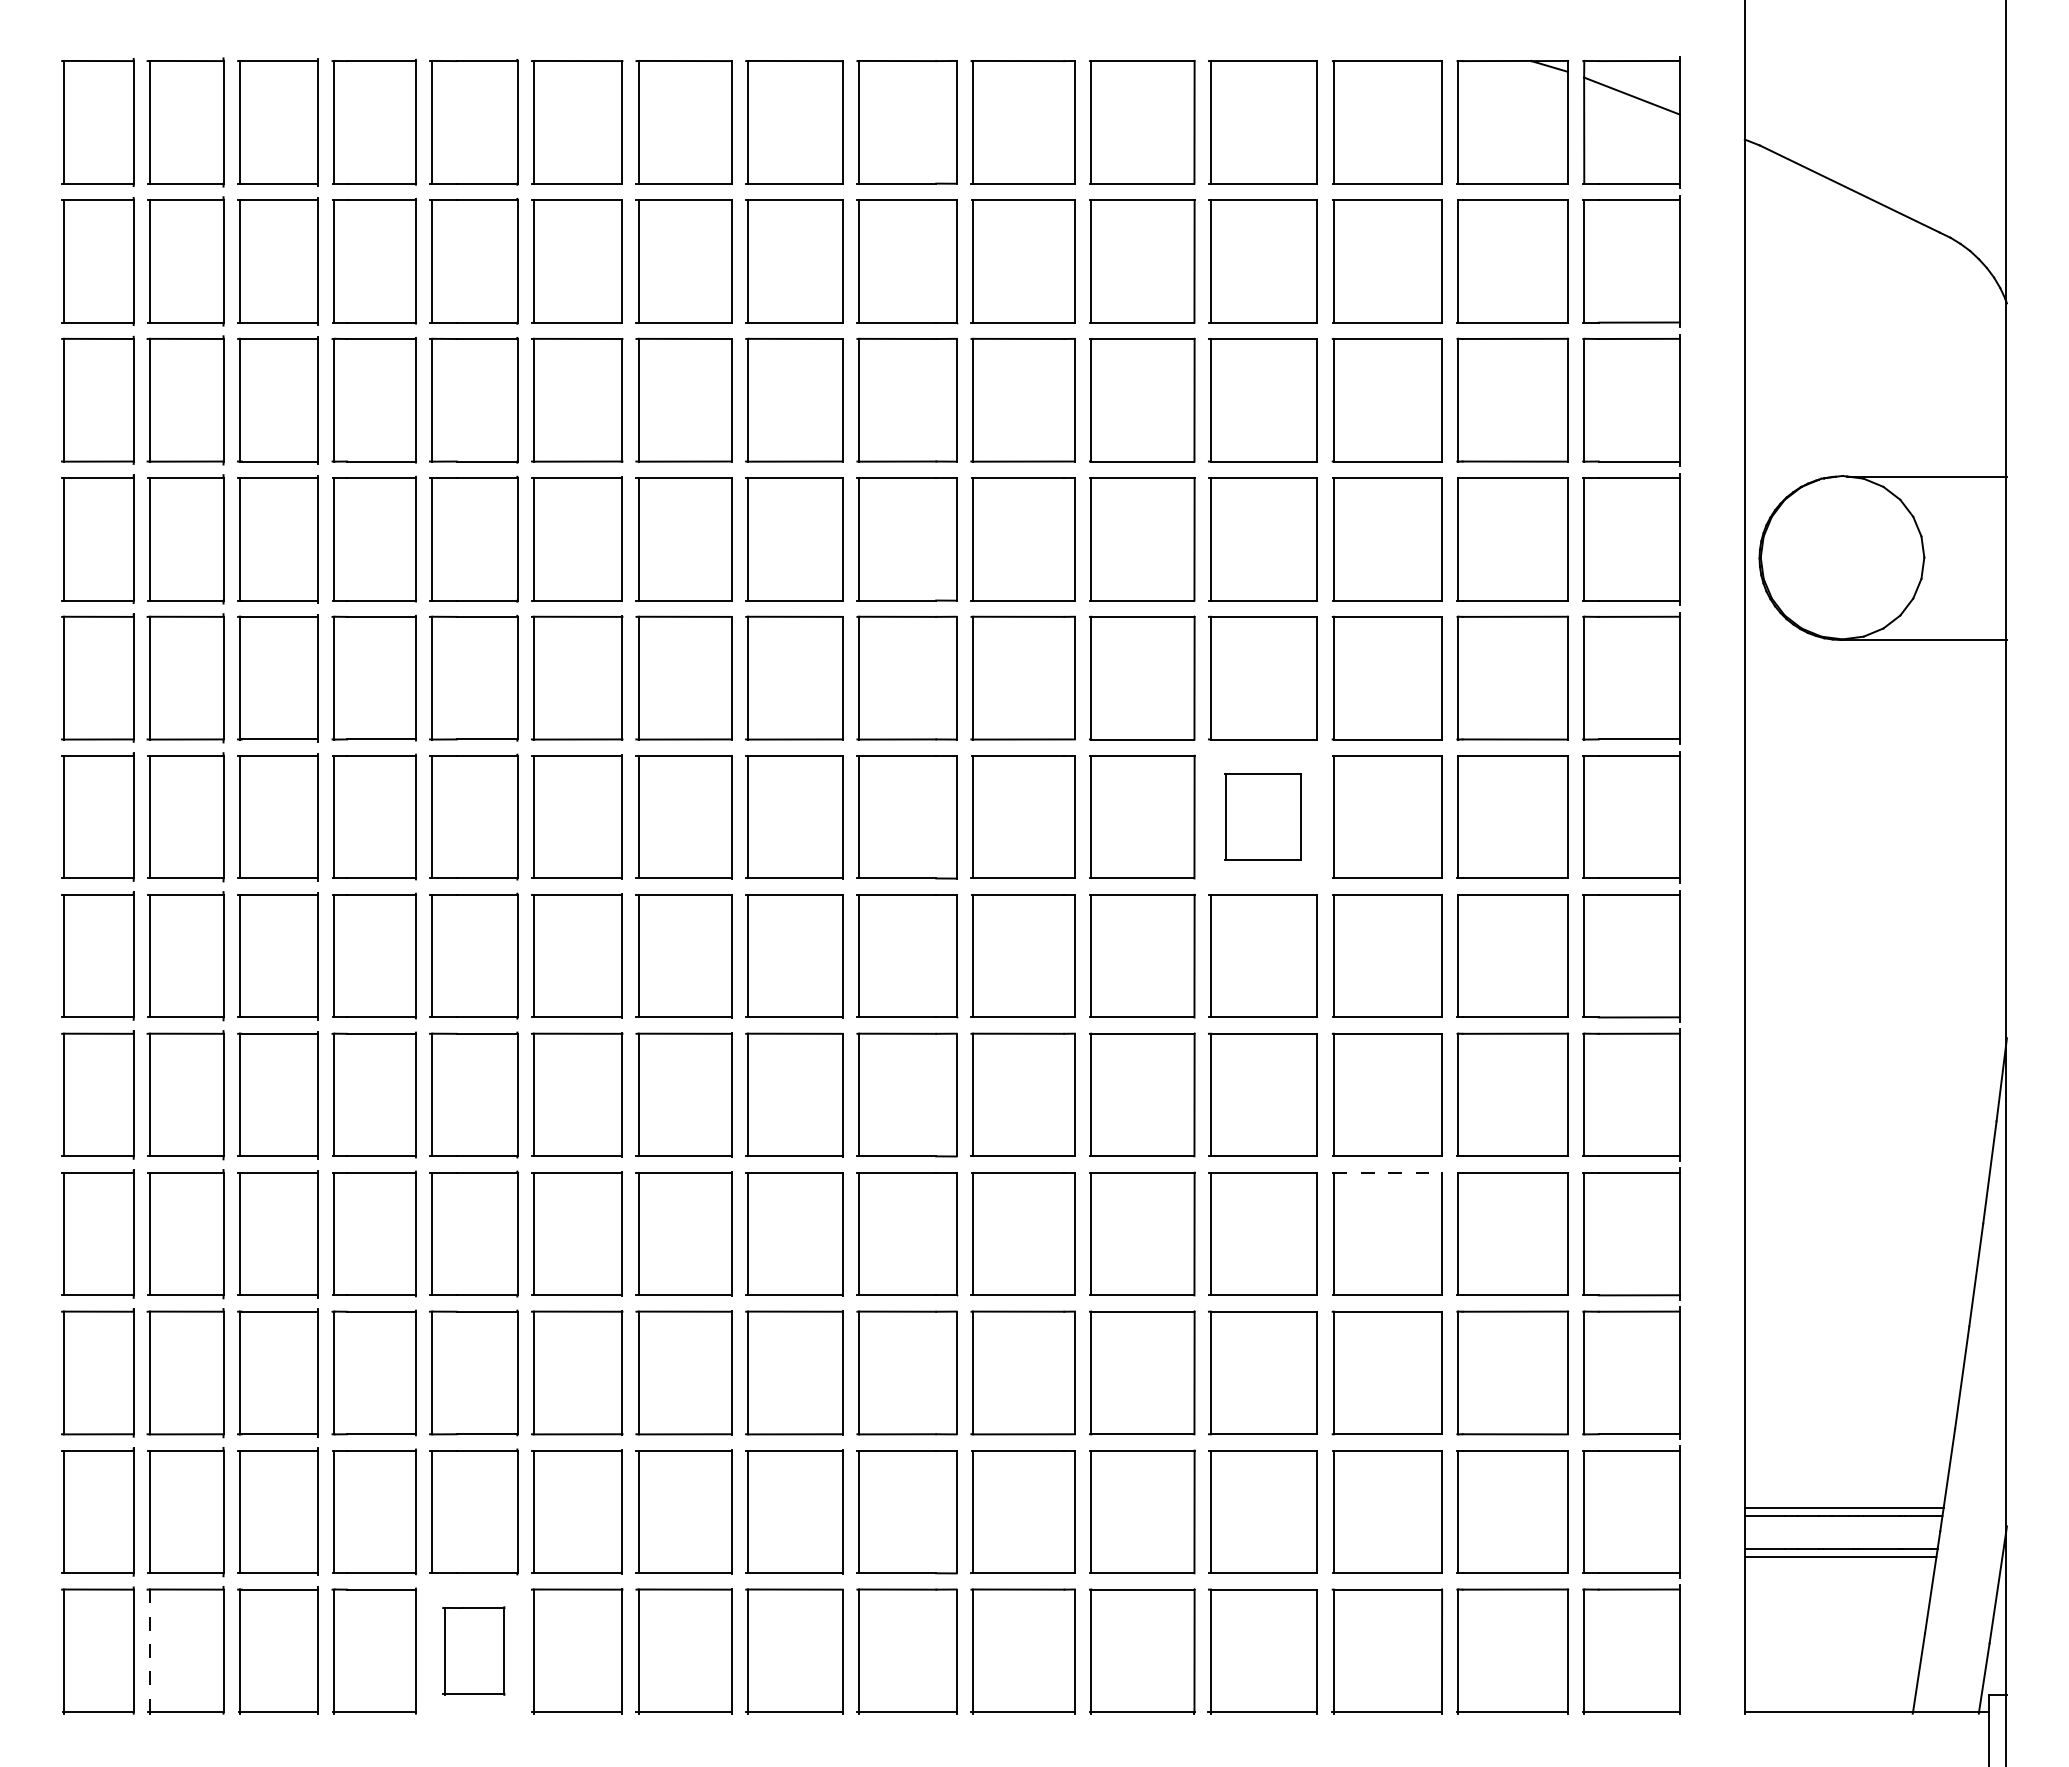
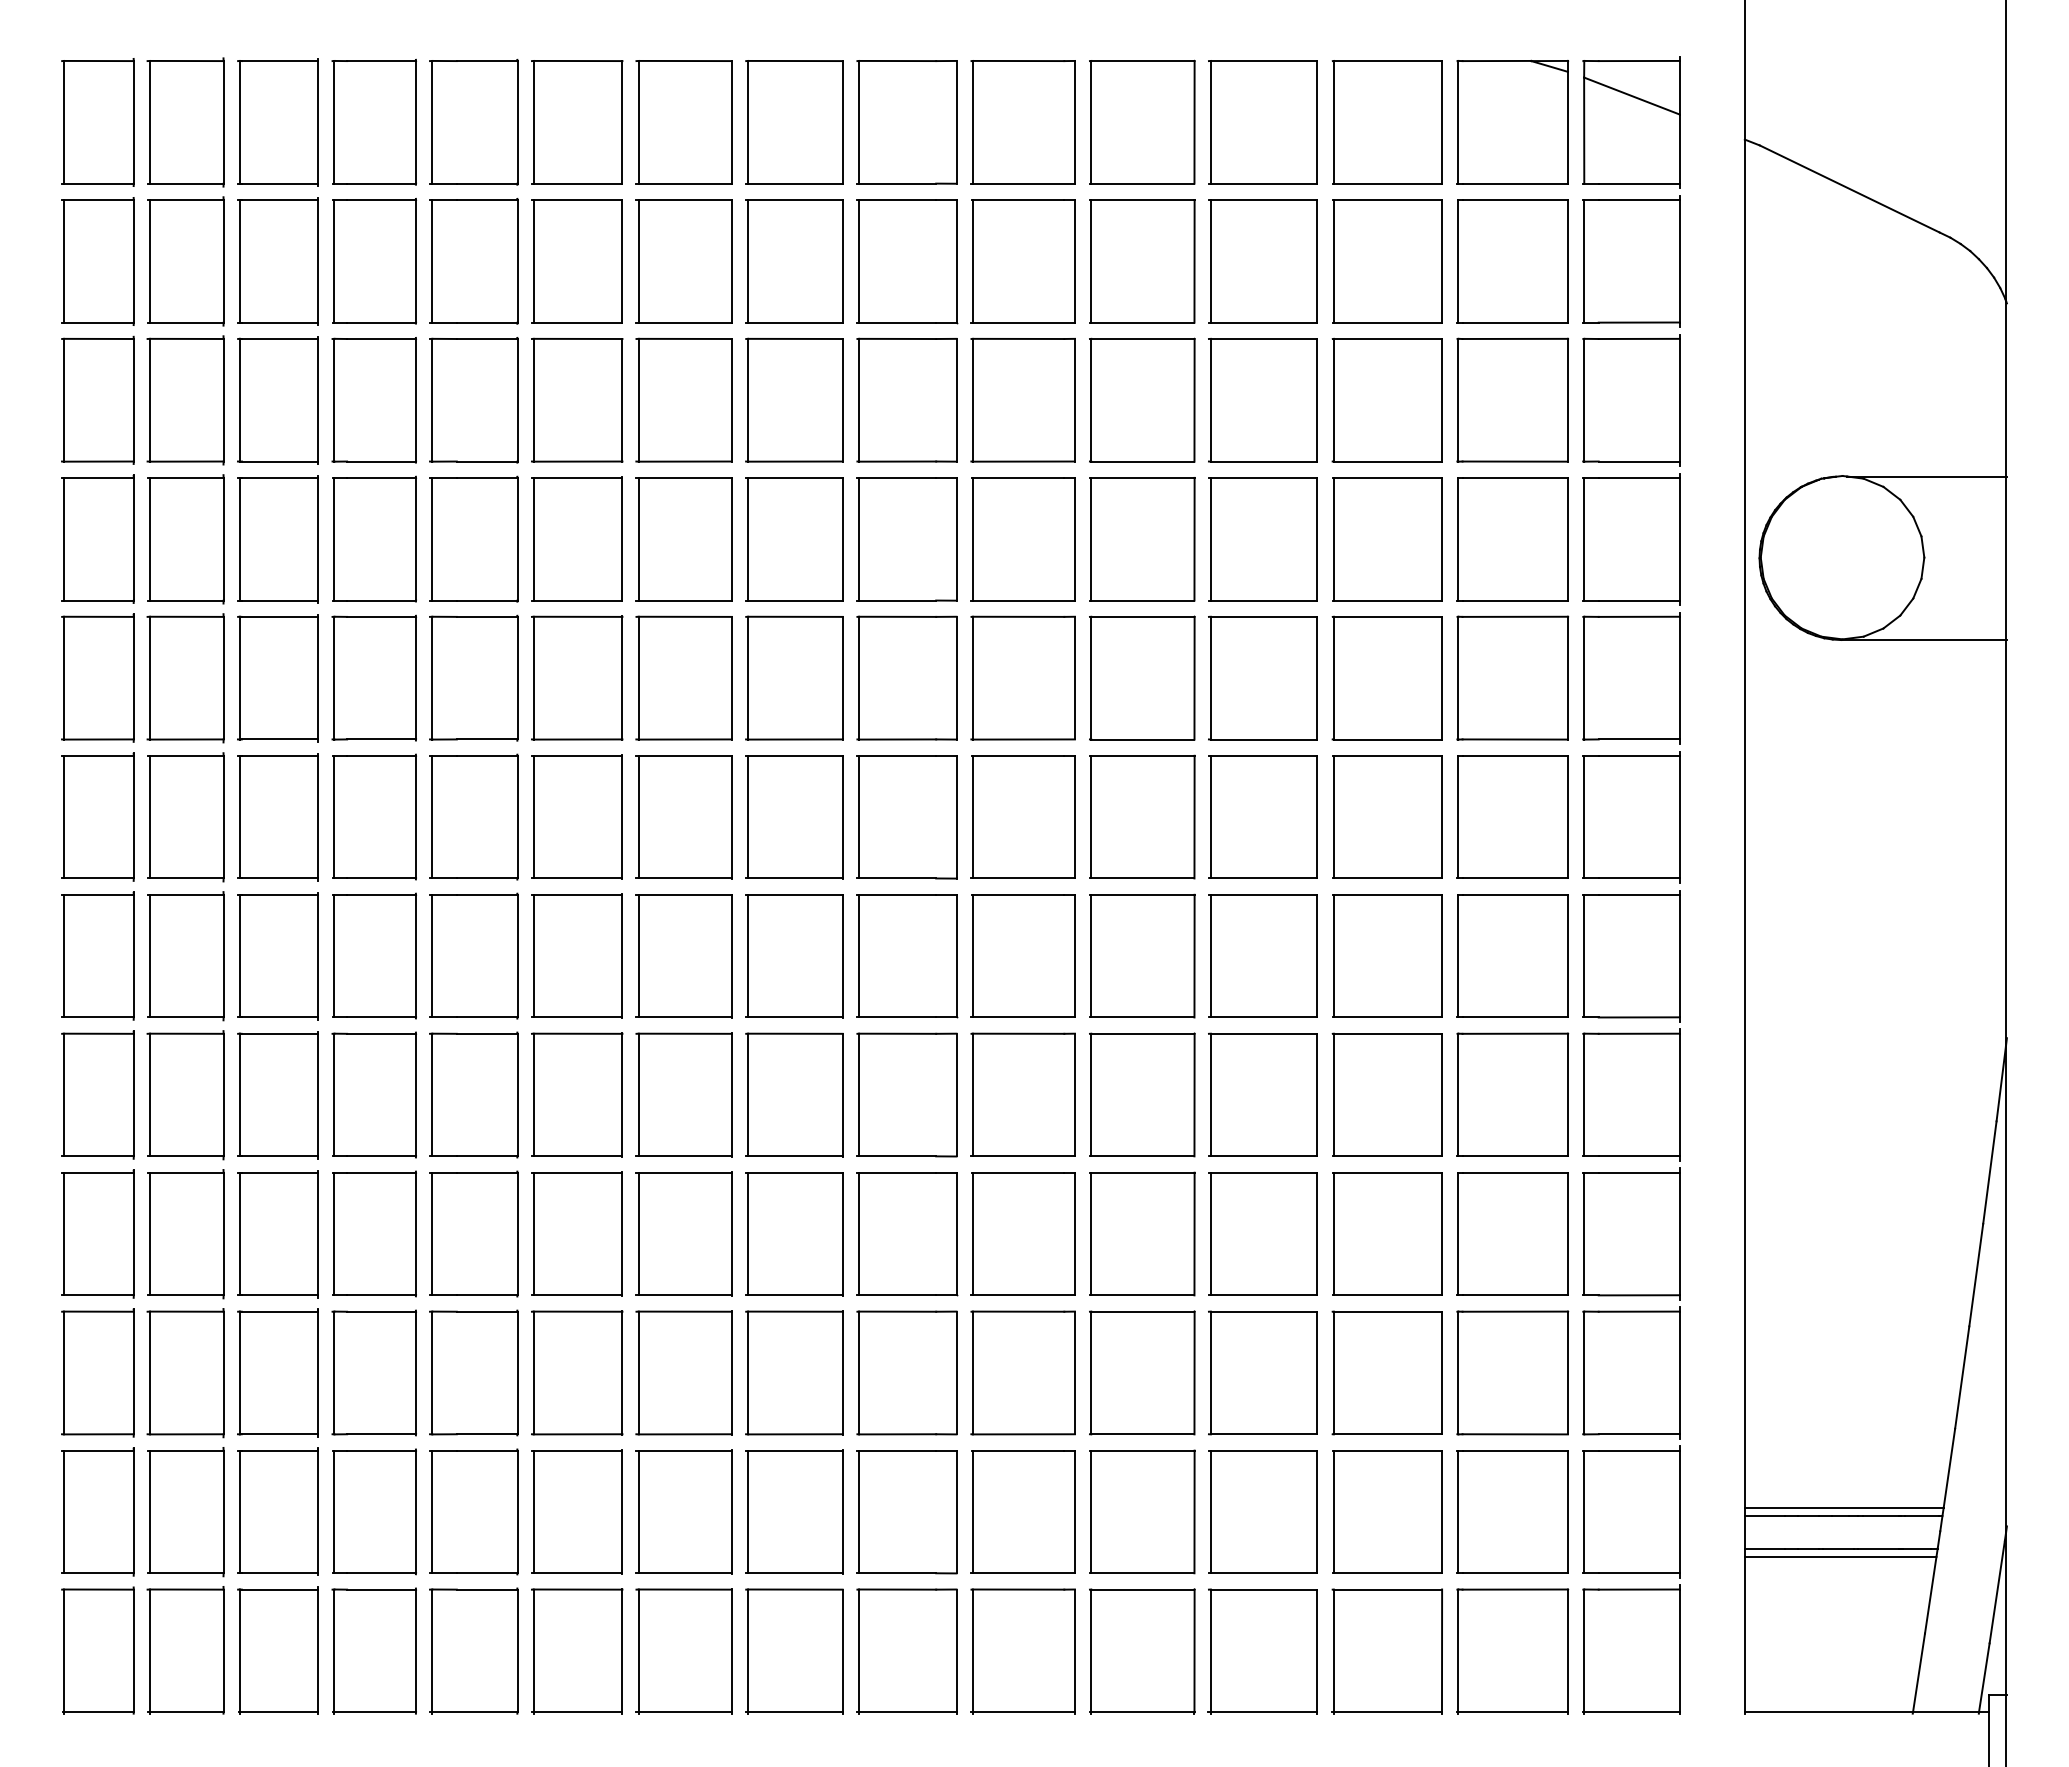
part at (1262, 816) size: 78x88 px -> 110x124 px
line at (1388, 1172): dashed -> solid
line at (150, 1650): dashed -> solid
part at (473, 1650) size: 64x90 px -> 90x128 px
